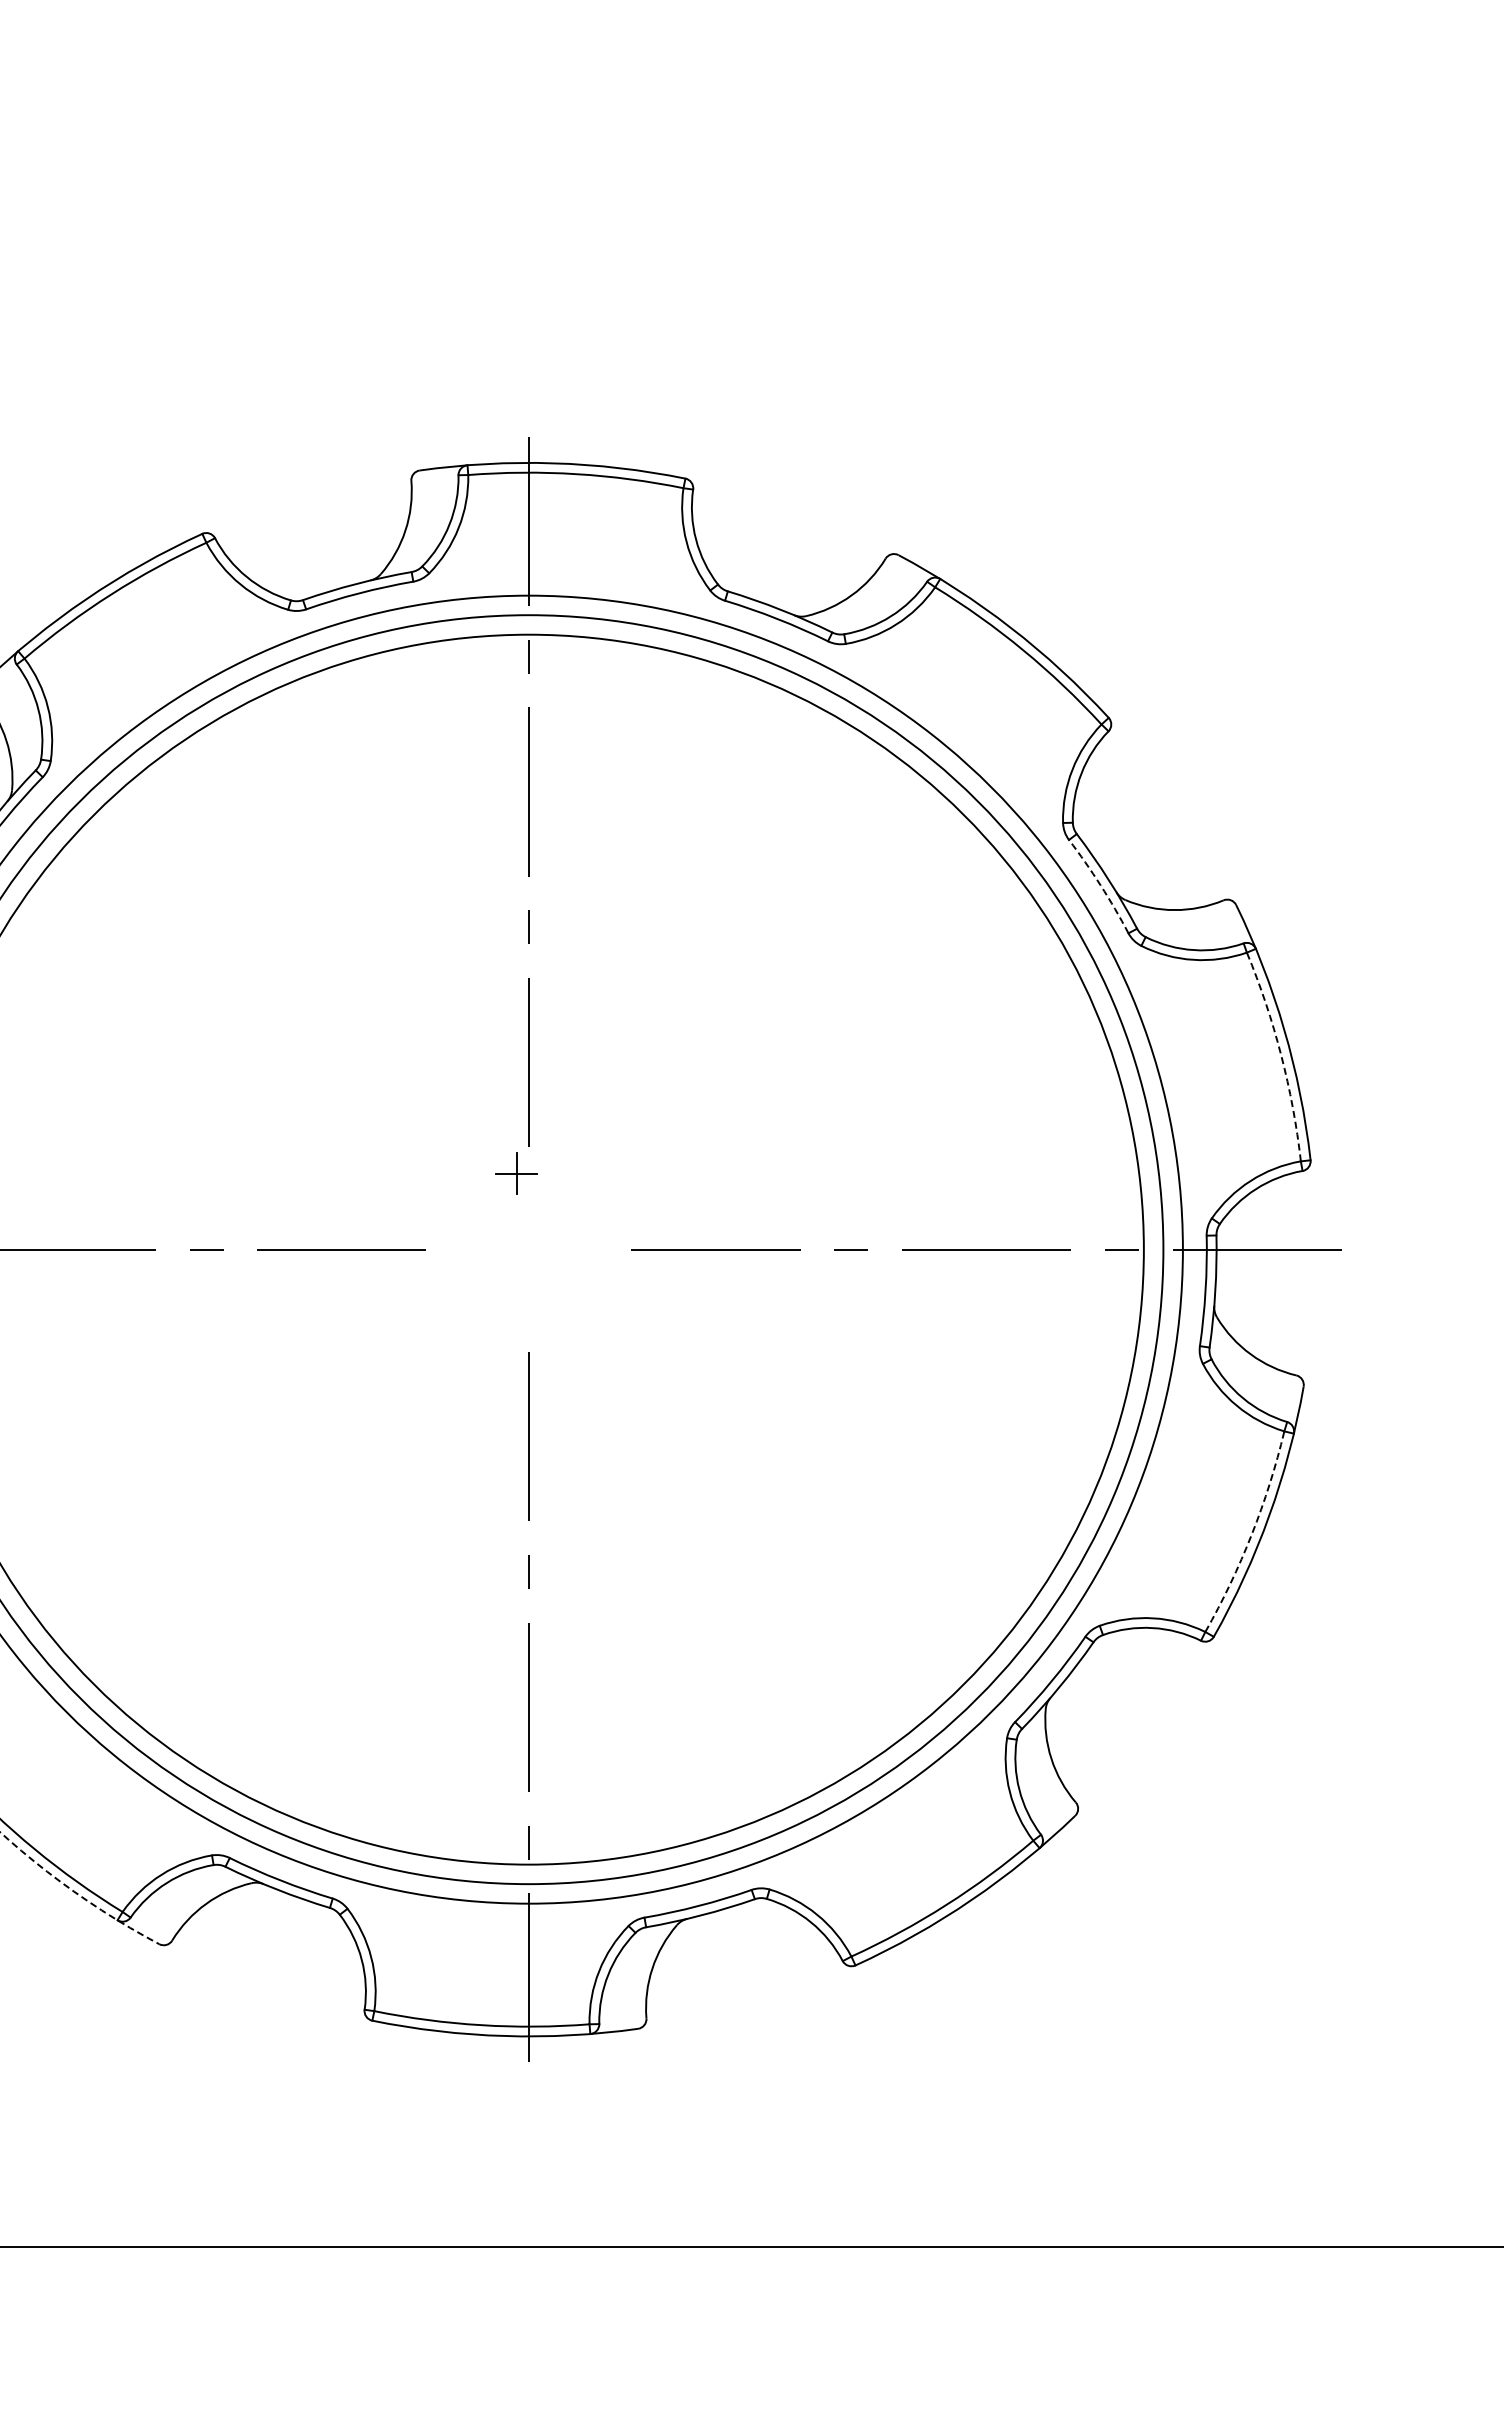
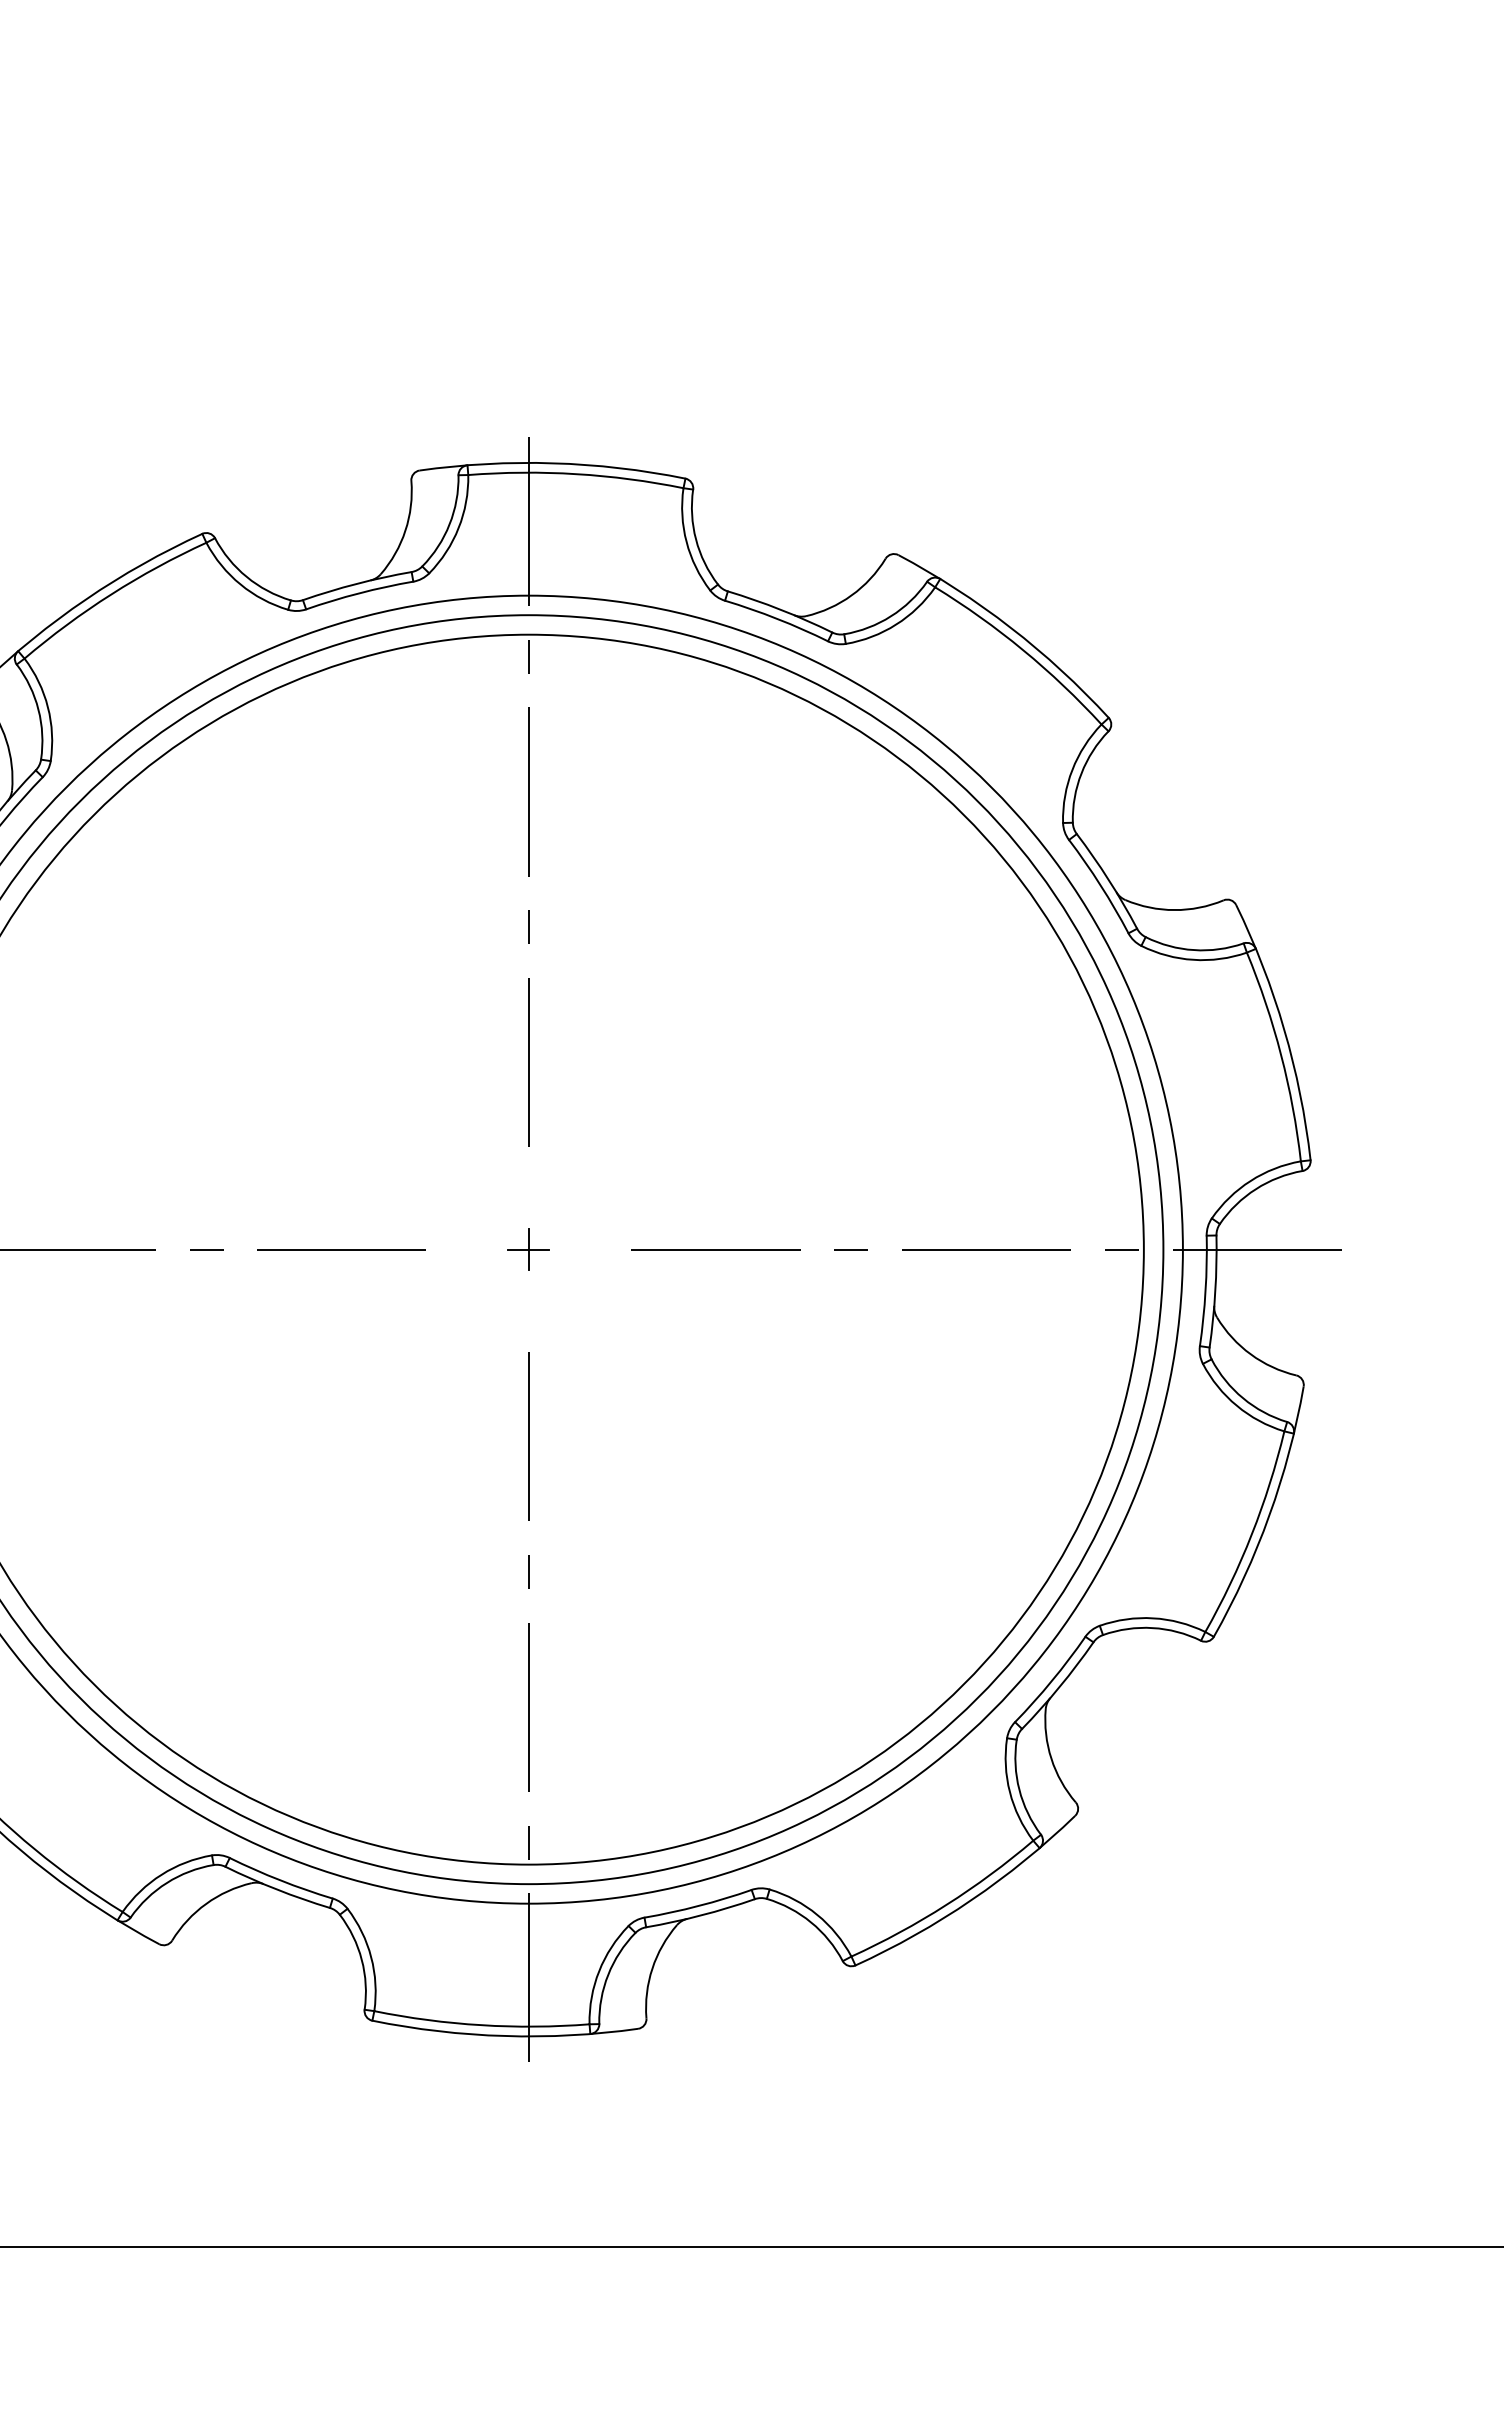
arc at (1100, 885): dashed -> solid
arc at (1281, 1055): dashed -> solid
part at (516, 1173) position: (516, 1173) -> (528, 1249)
arc at (1251, 1534): dashed -> solid
arc at (76, 1893): dashed -> solid
